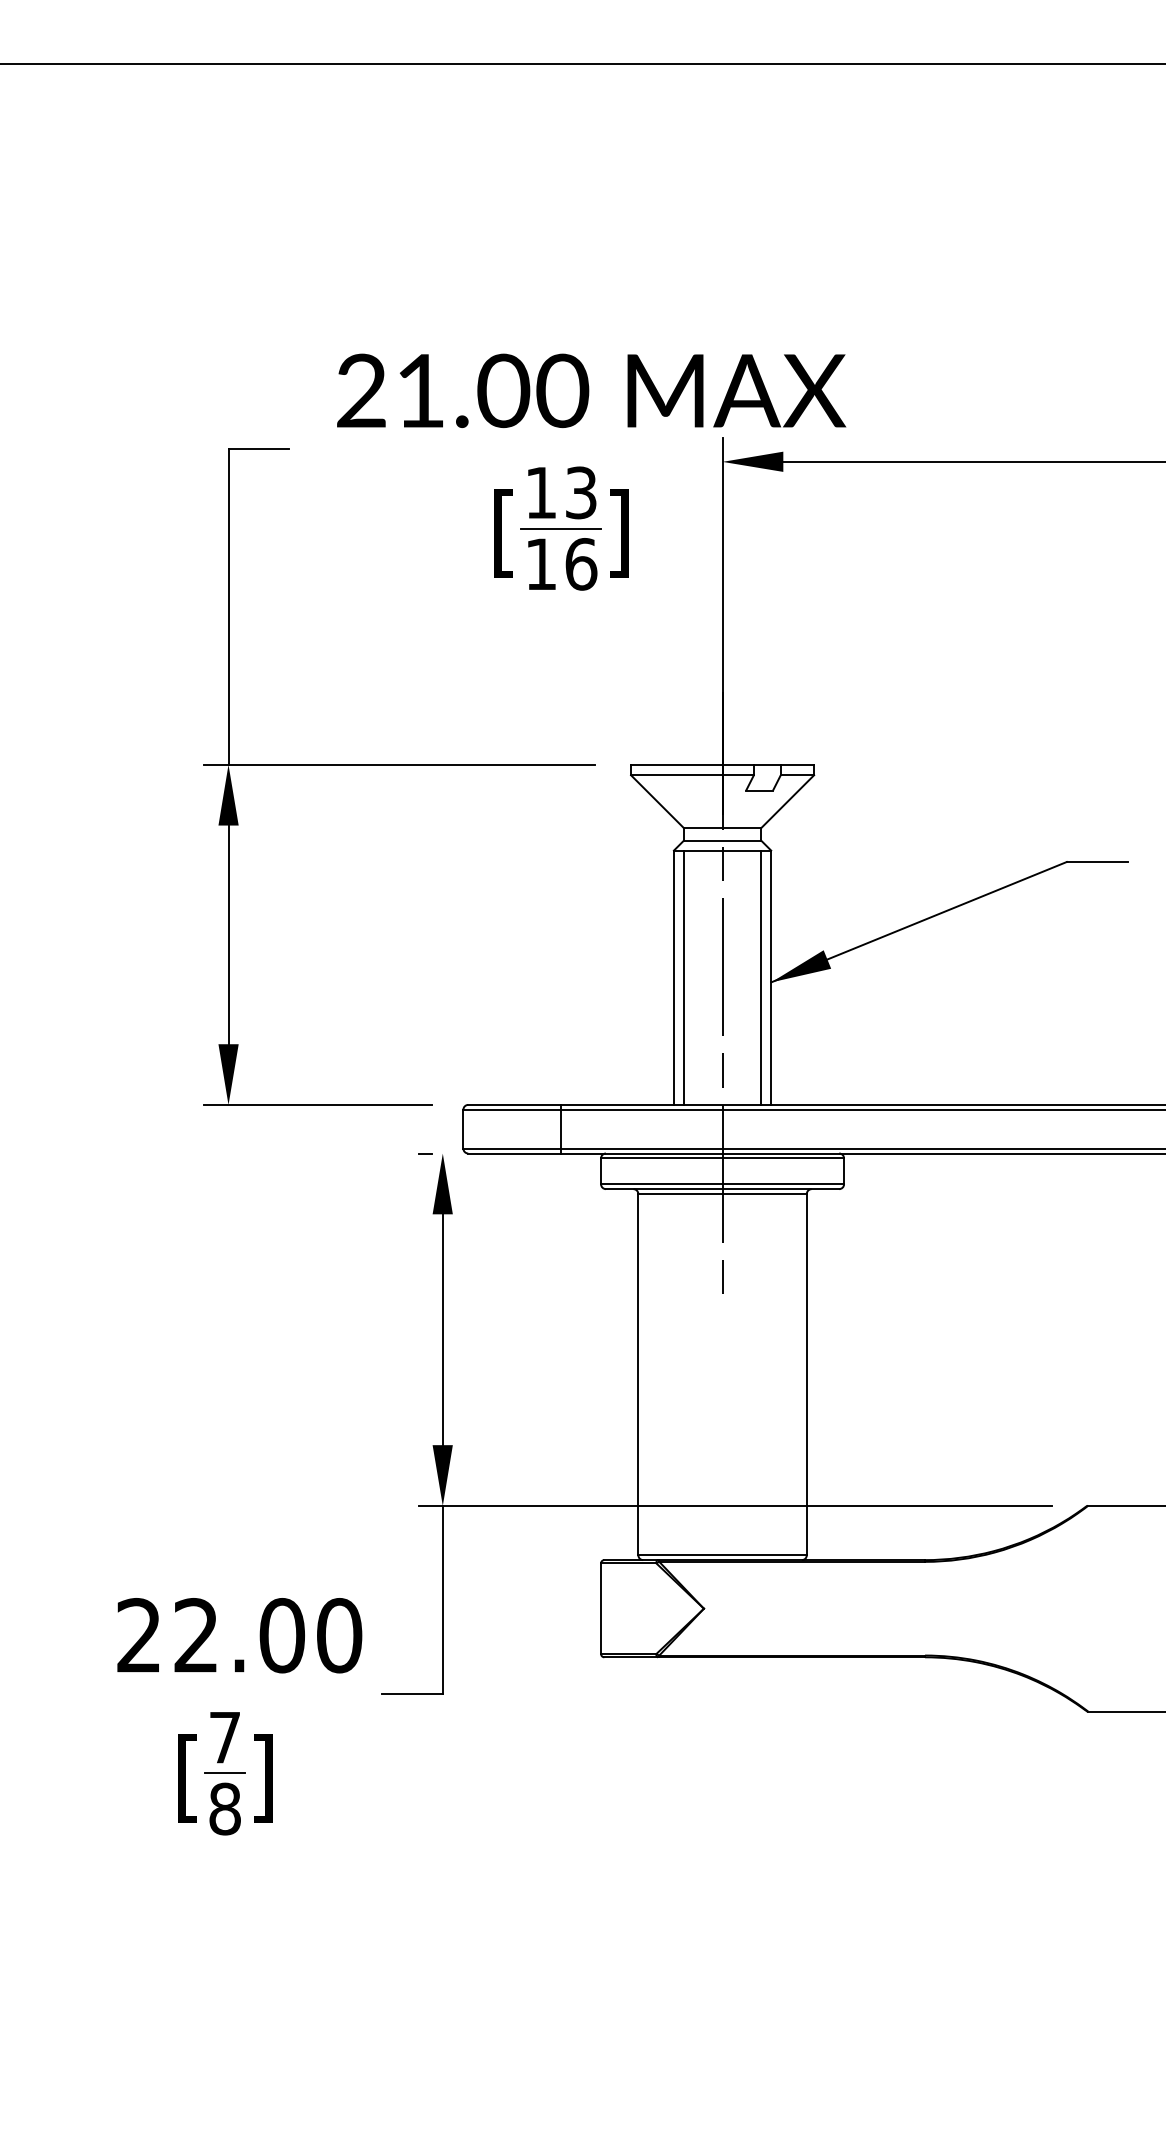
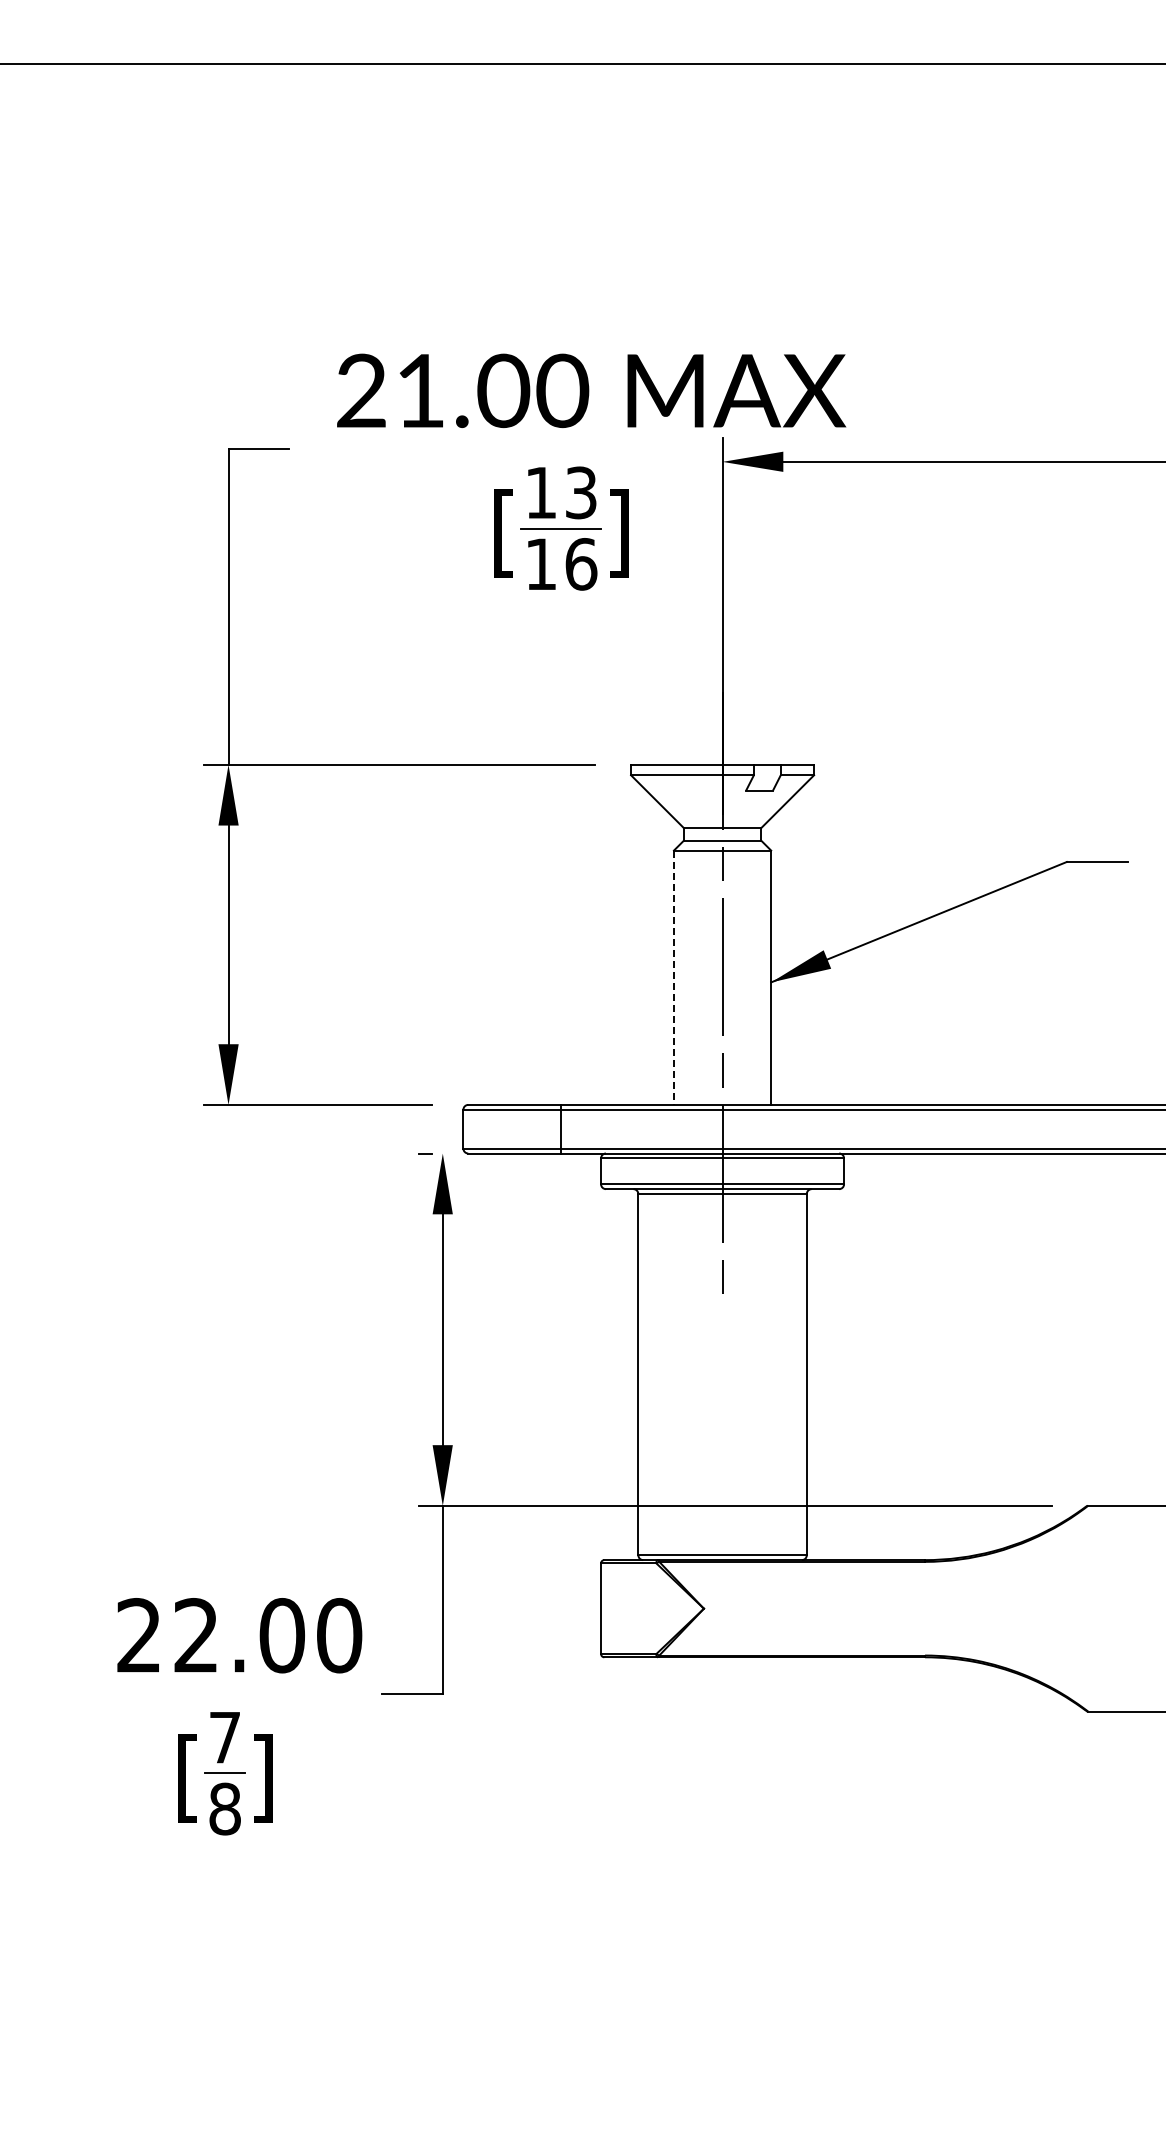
line at (683, 977): present -> none
line at (761, 977): present -> none
line at (673, 978): solid -> dashed
